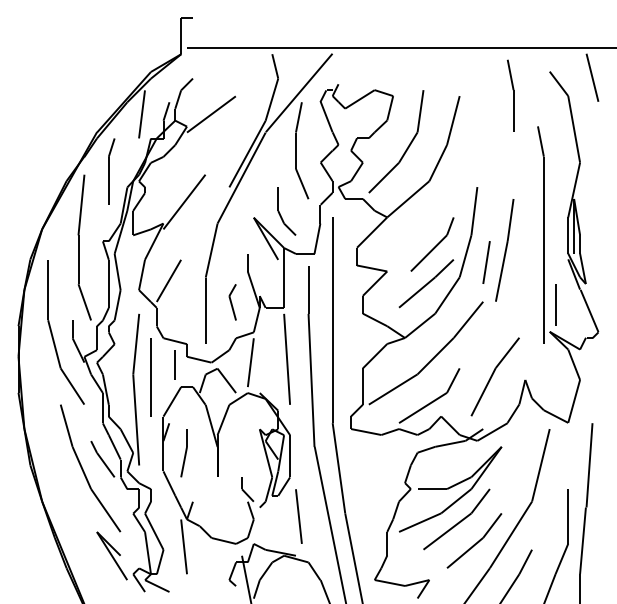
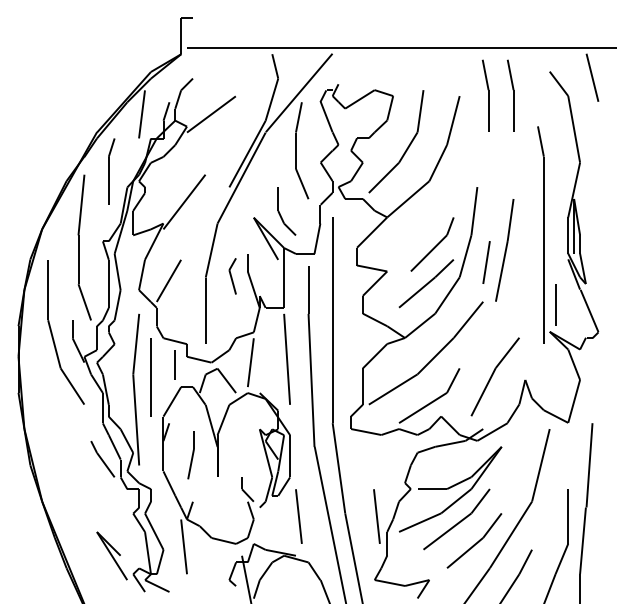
part at (485, 95): none -> present
part at (232, 302) position: (232, 302) -> (232, 276)
part at (183, 453) position: (183, 453) -> (190, 455)
part at (84, 471): present -> none
line at (376, 516): none -> present
